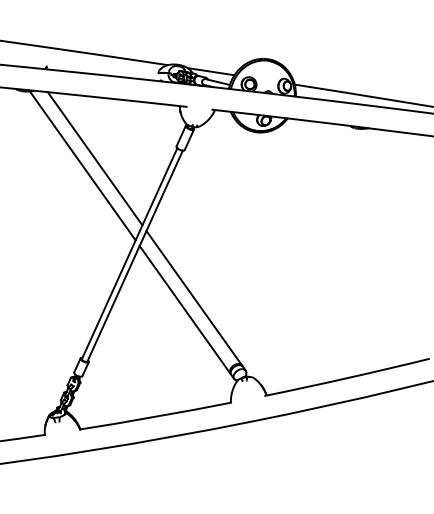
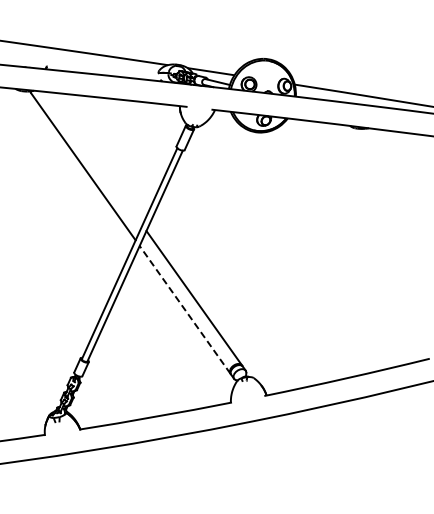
line at (94, 158): present -> none
line at (184, 309): solid -> dashed
